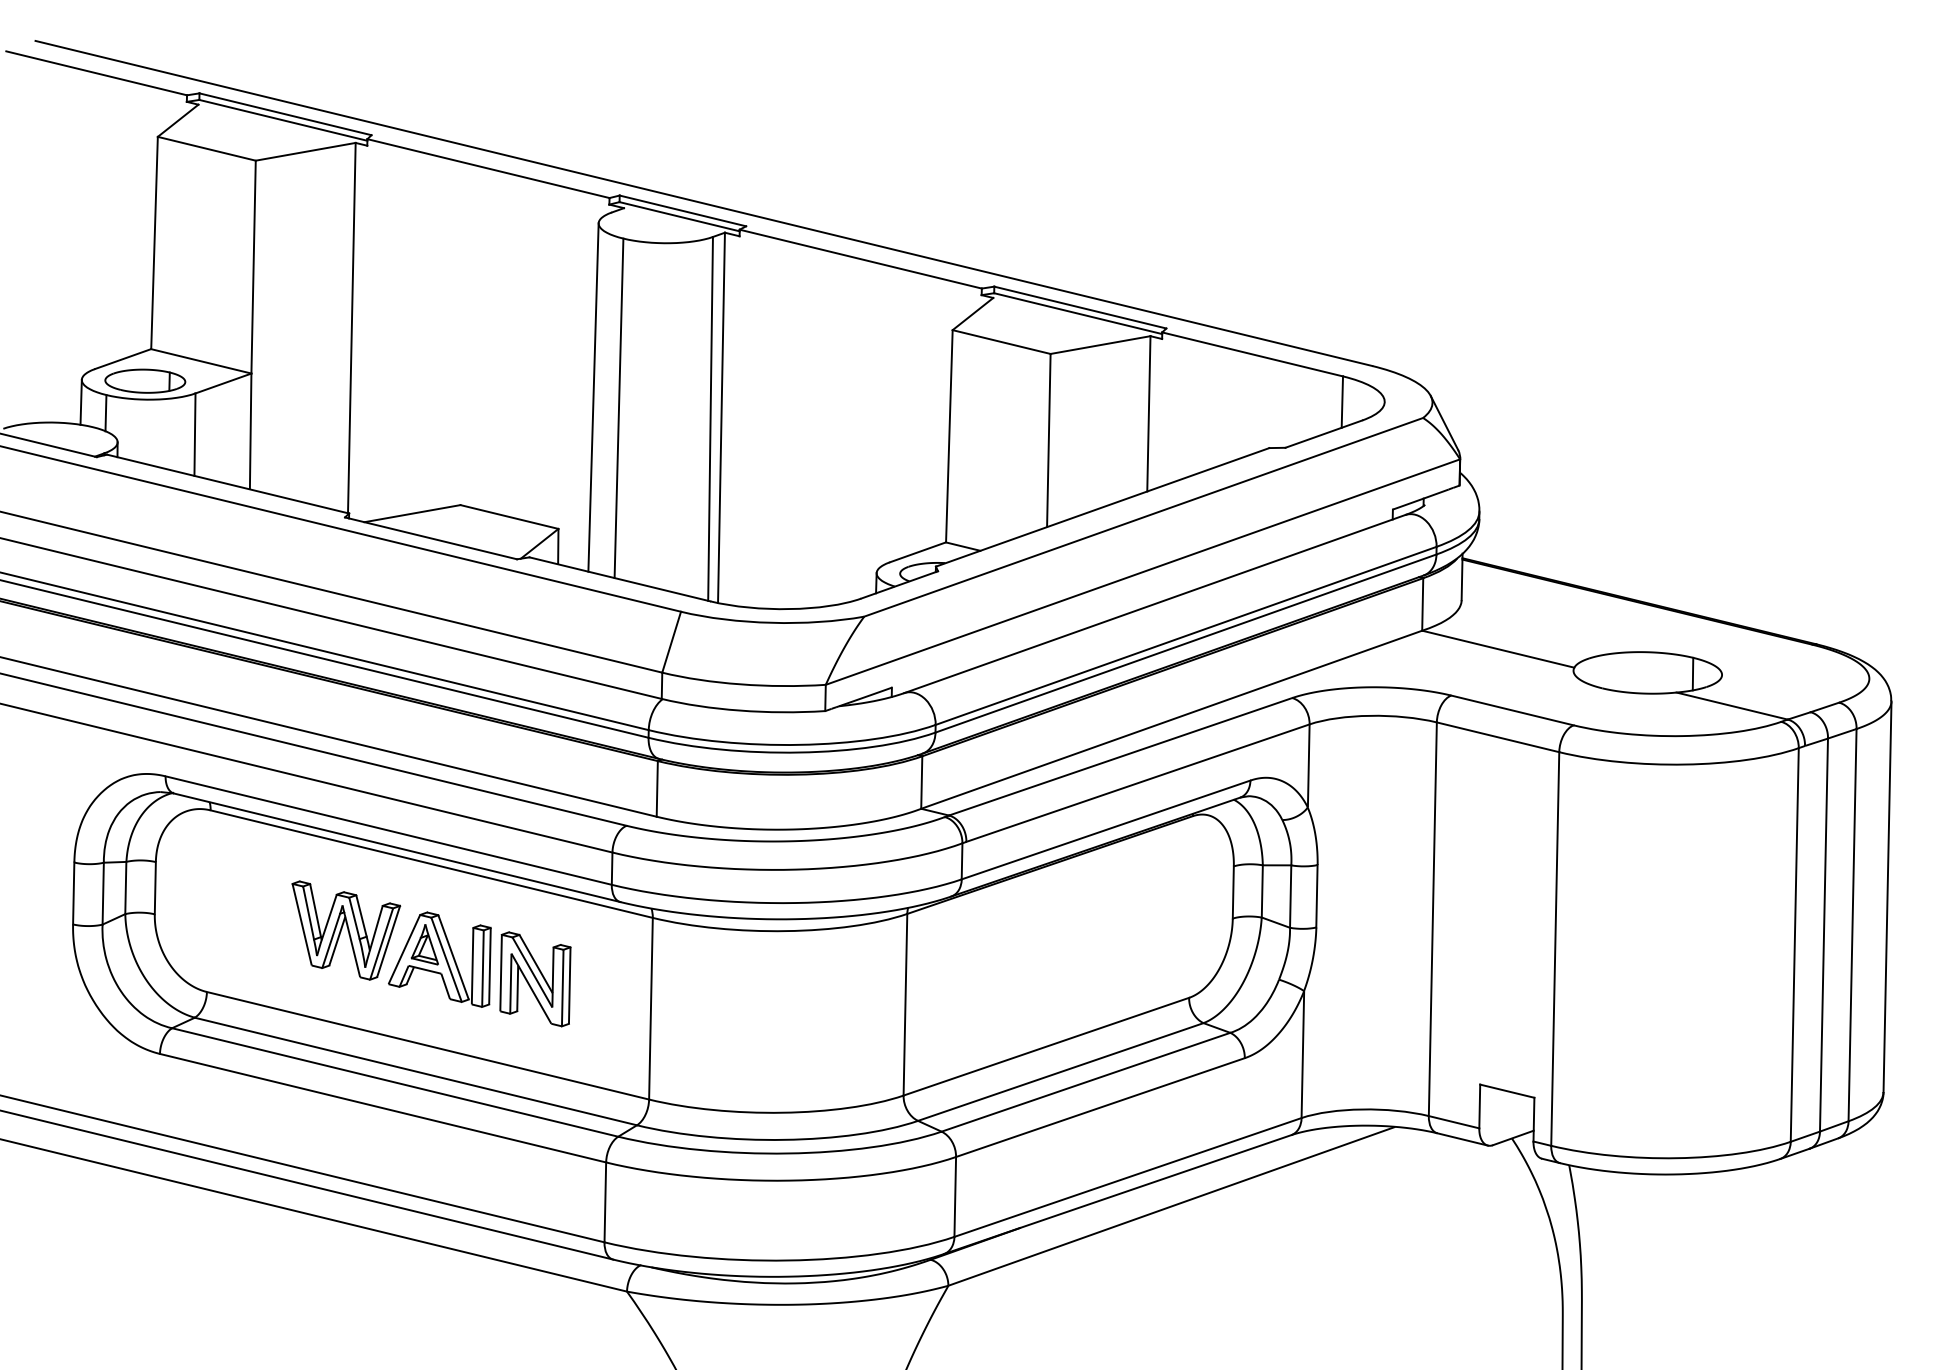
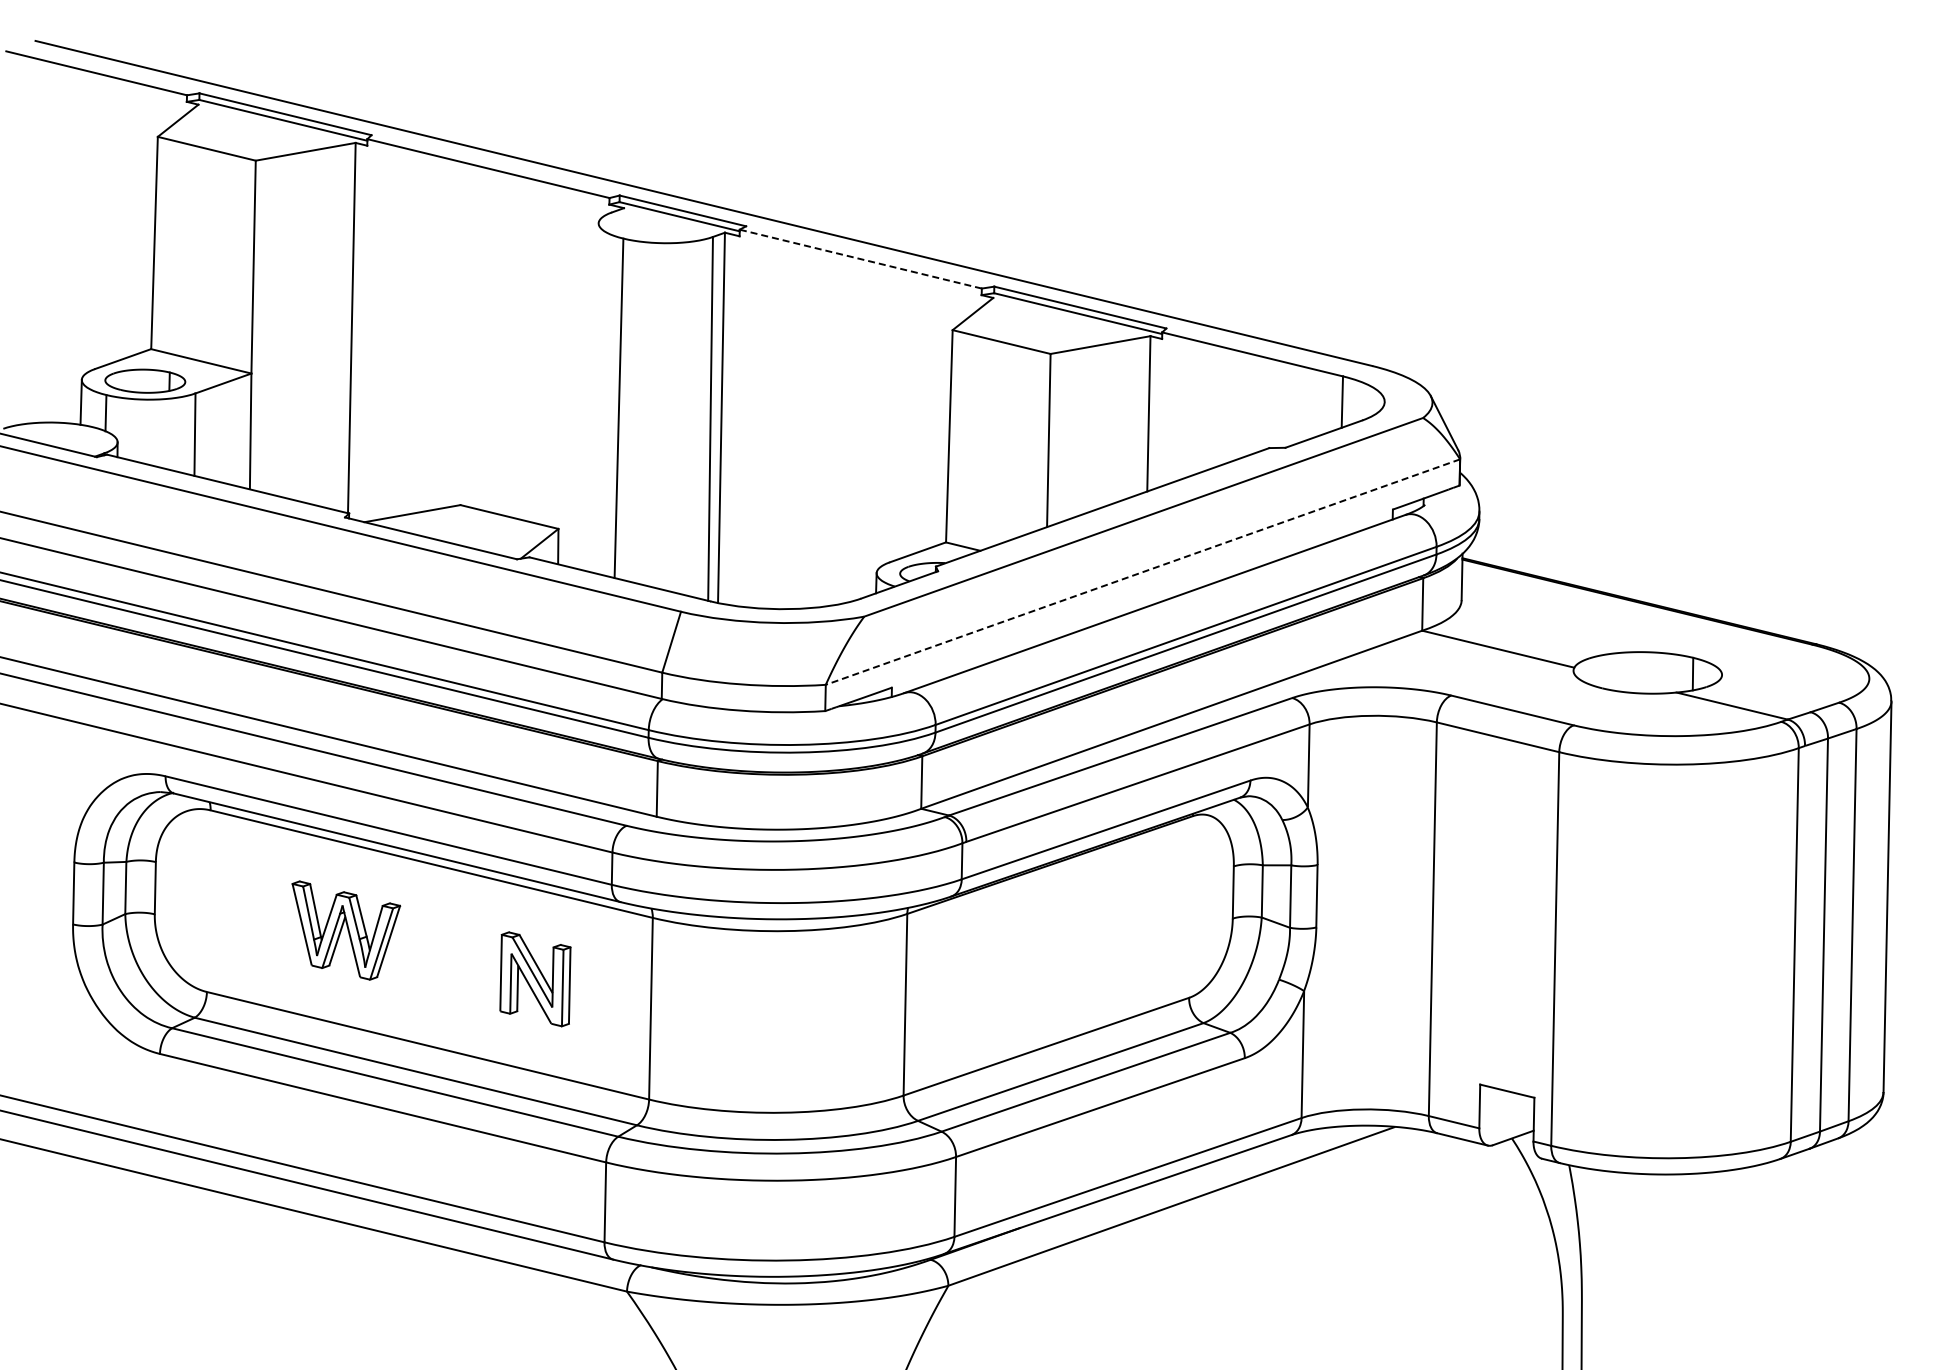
line at (860, 259): solid -> dashed
line at (593, 397): present -> none
line at (1142, 572): solid -> dashed
part at (439, 959): present -> none
